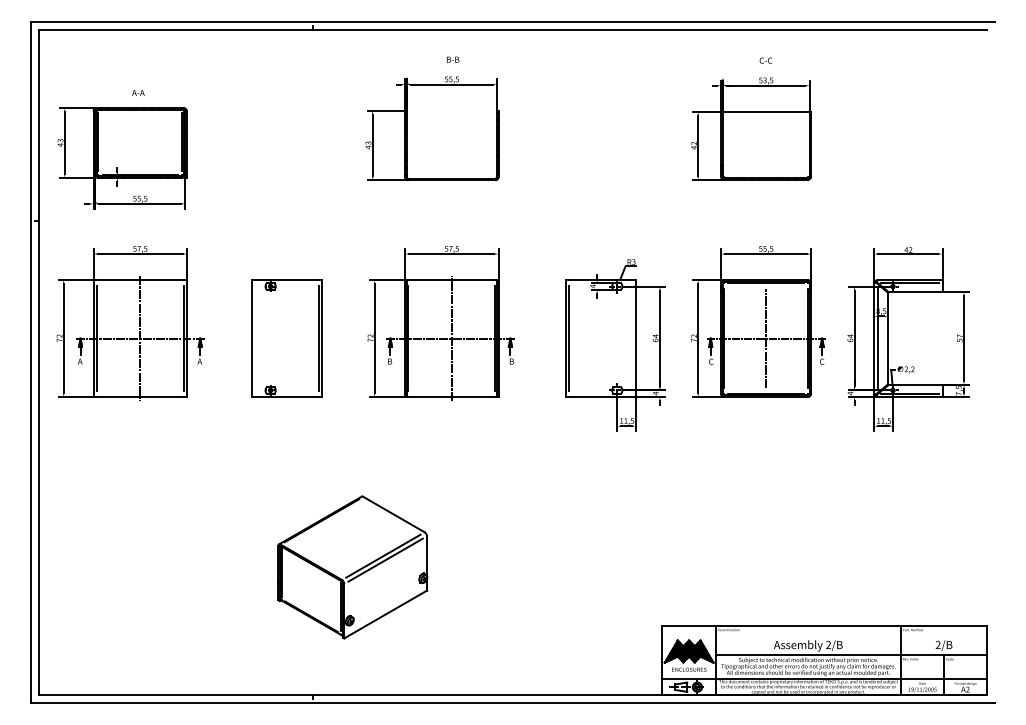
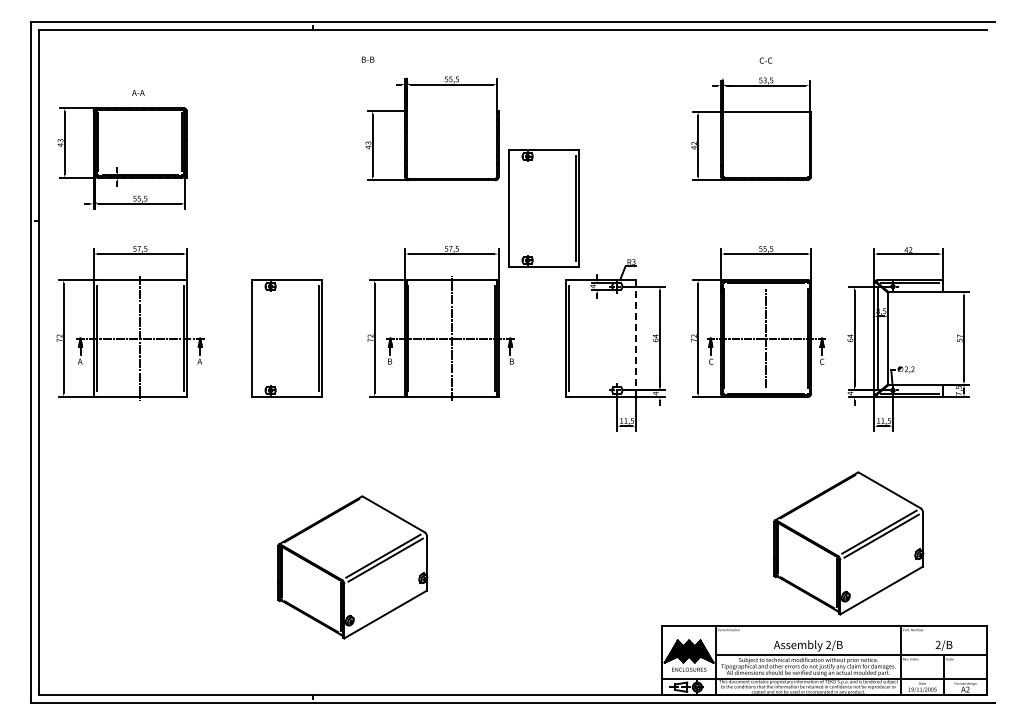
text at (452, 59) position: (452, 59) -> (367, 59)
part at (543, 208): none -> present
line at (635, 338): solid -> dashed
part at (848, 543): none -> present
